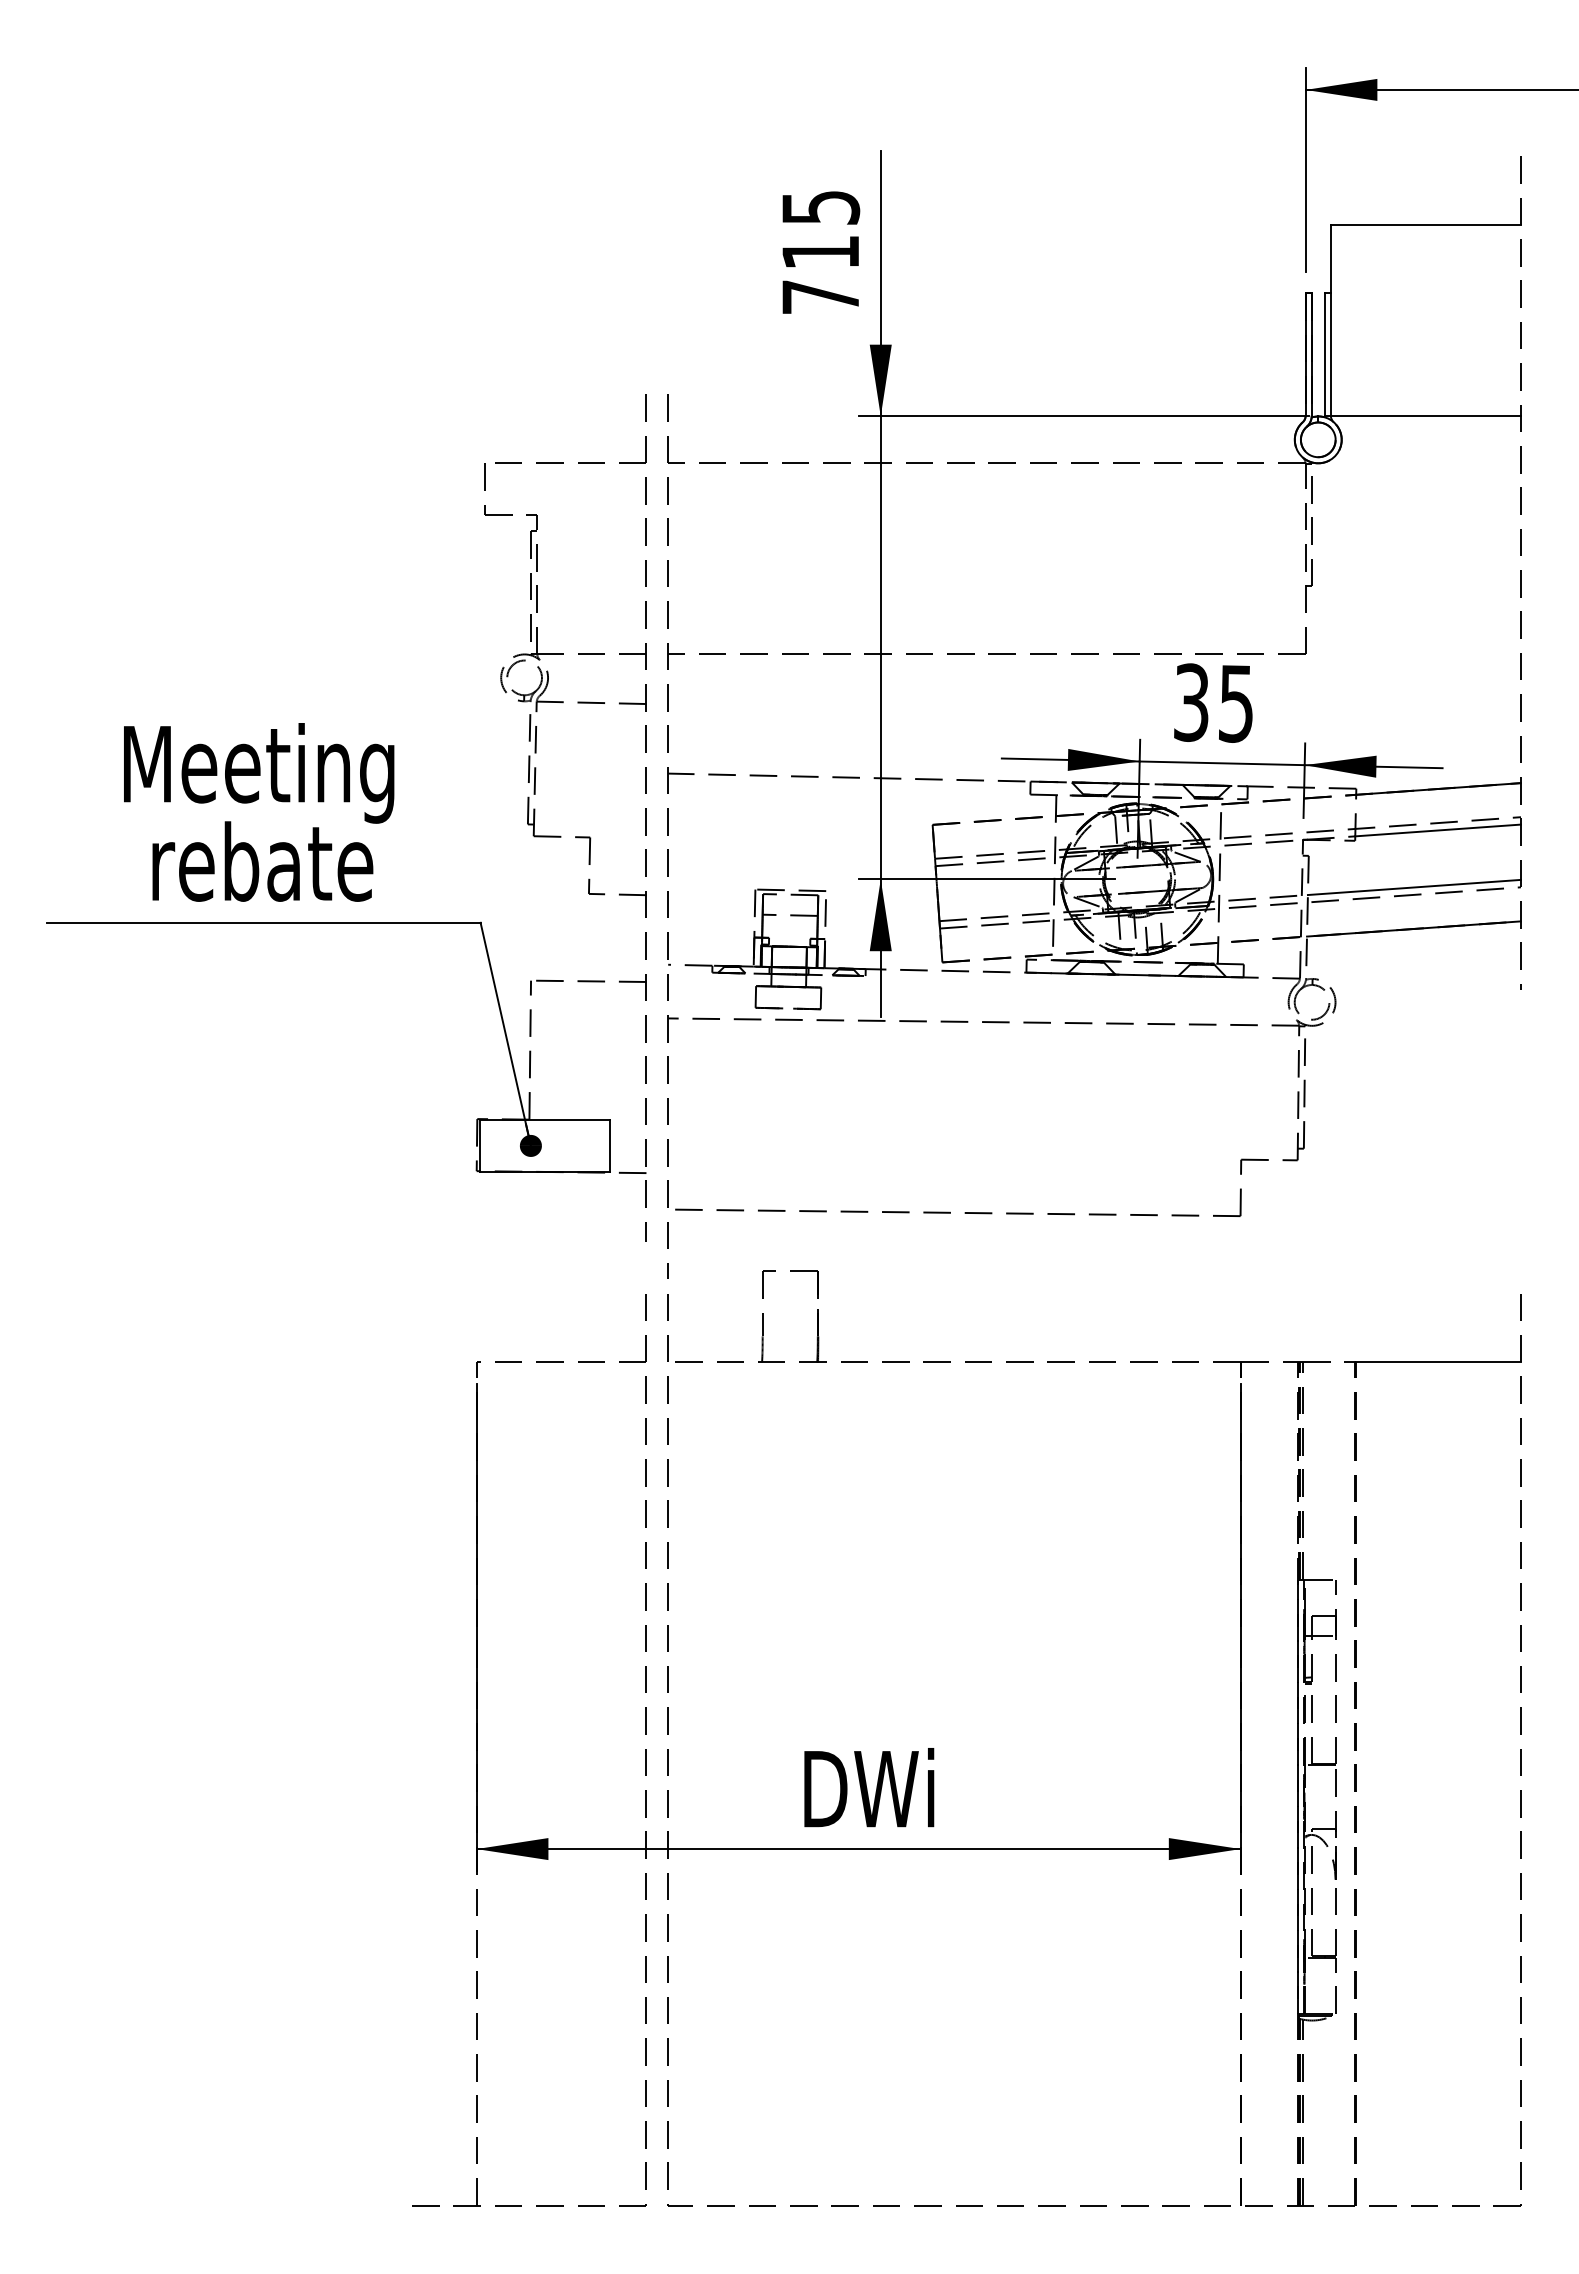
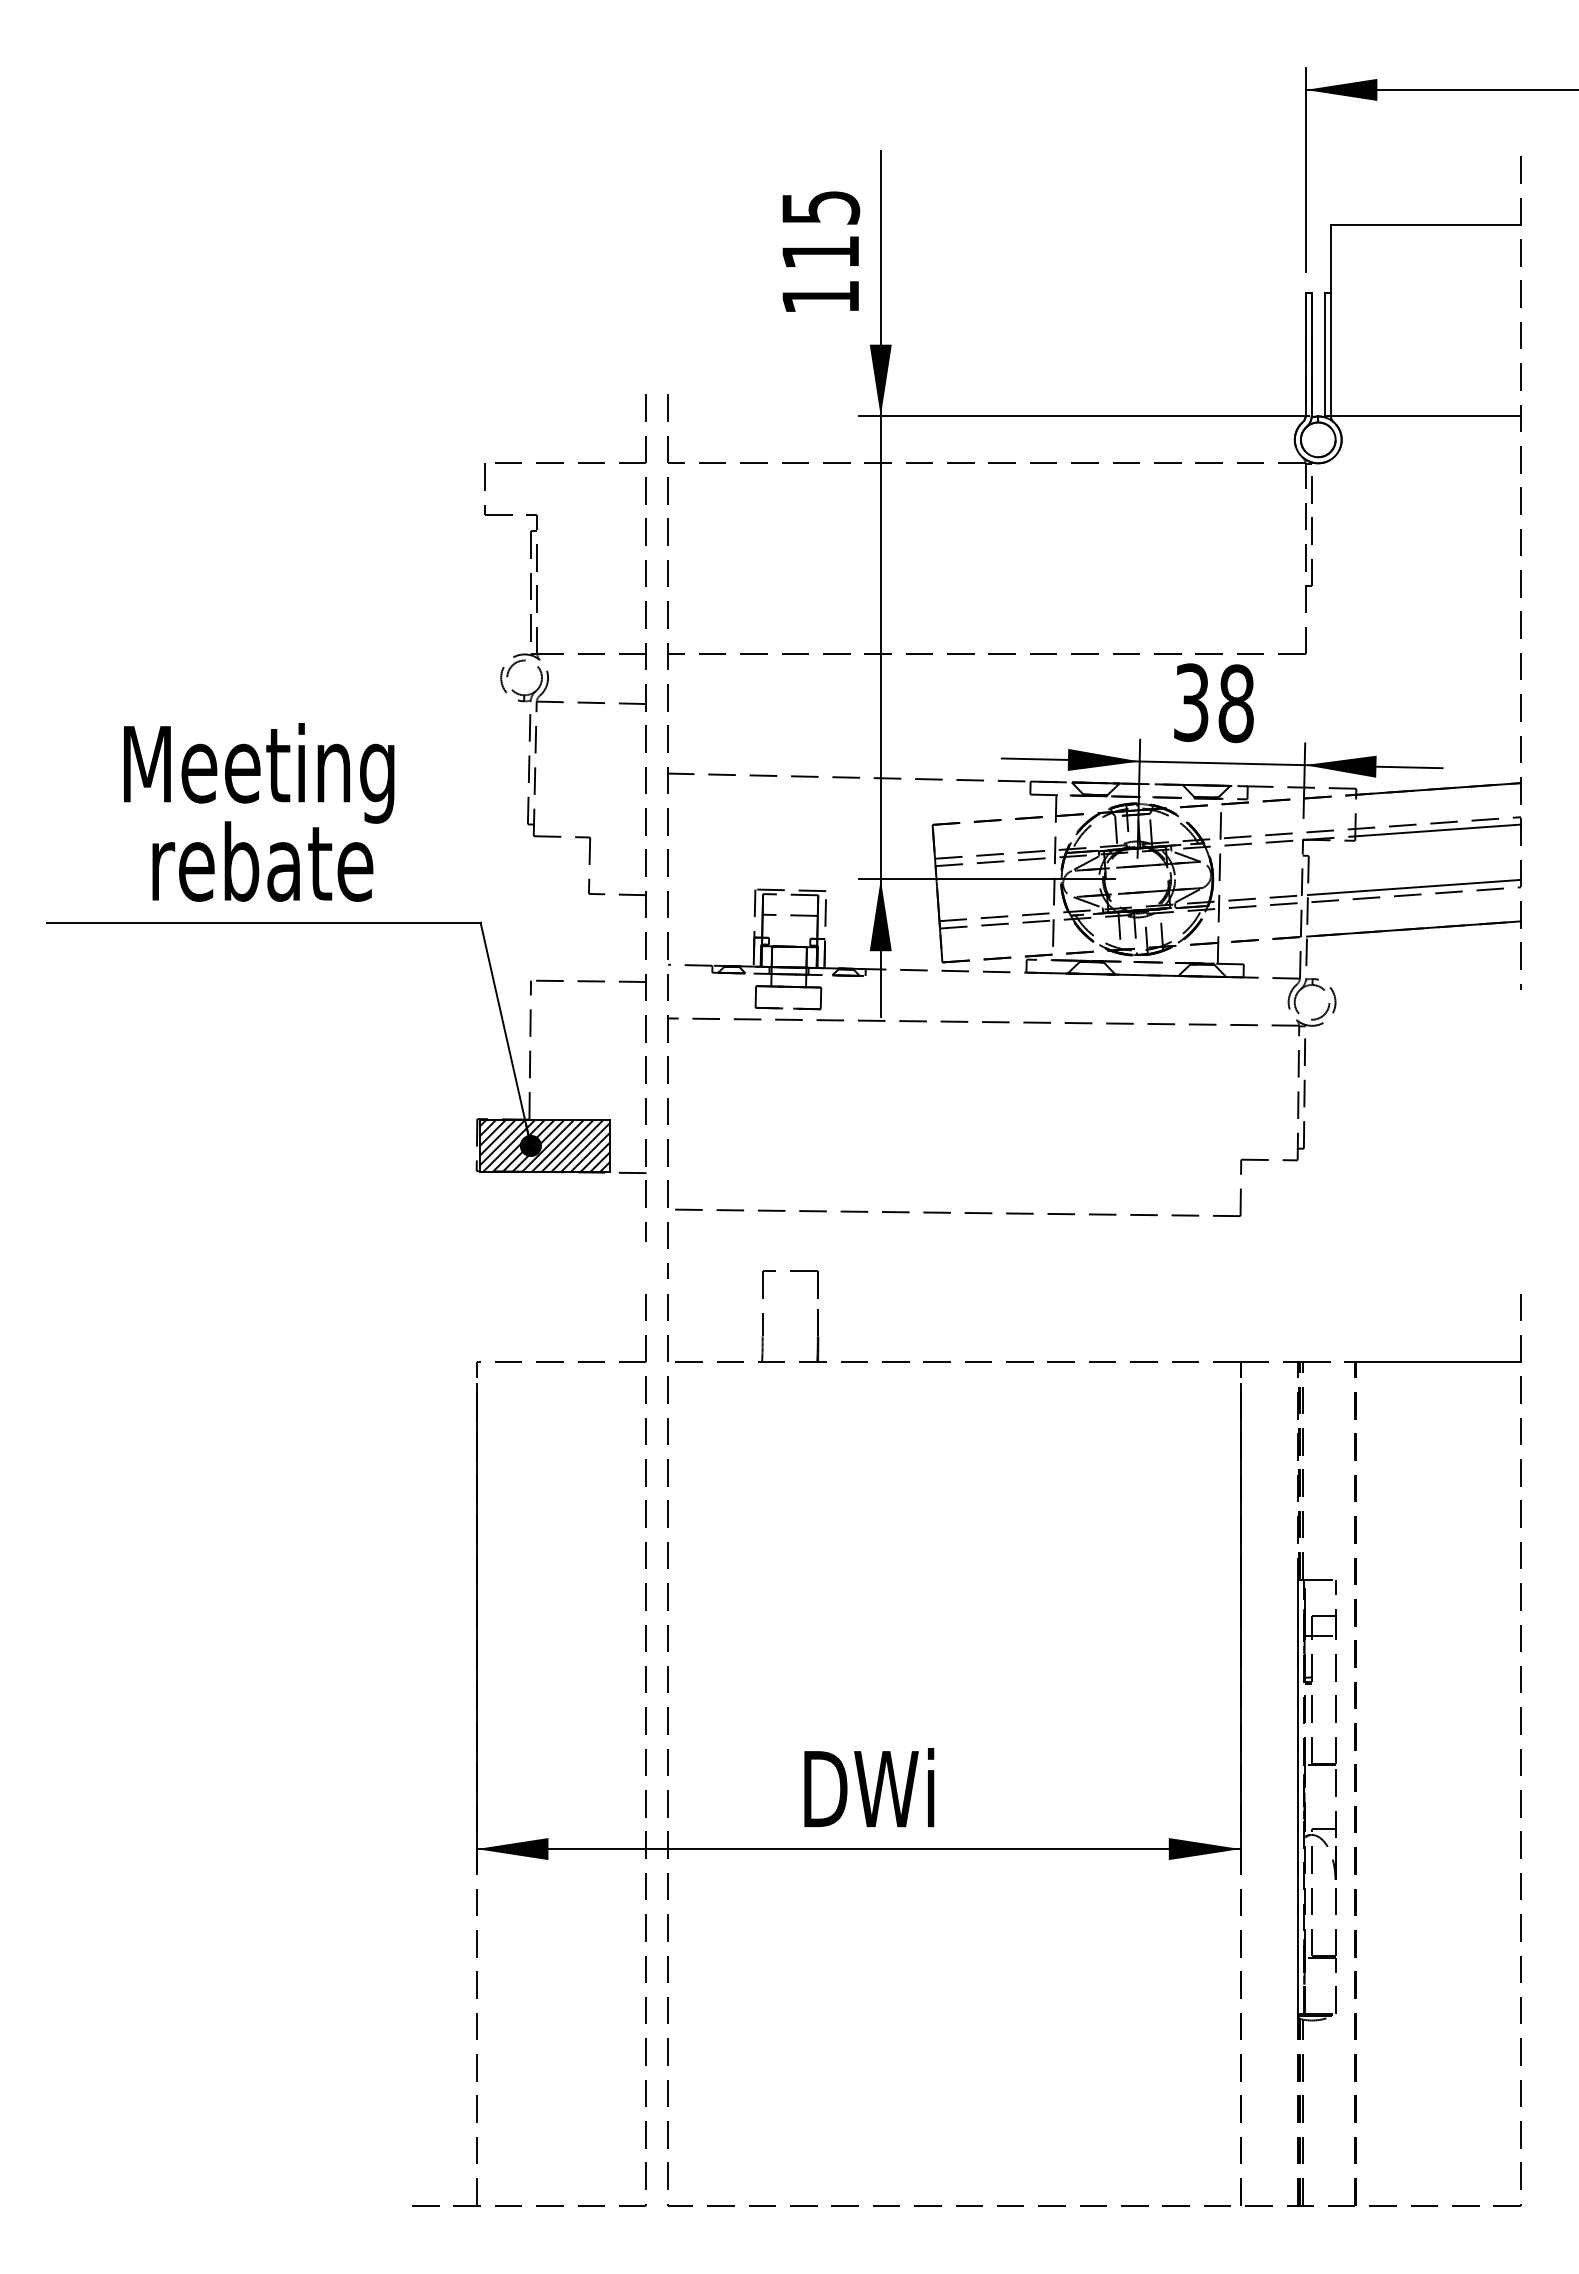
text at (820, 296): 715 -> 115
text at (1235, 703): 35 -> 38
hatch at (544, 1145): none -> present
